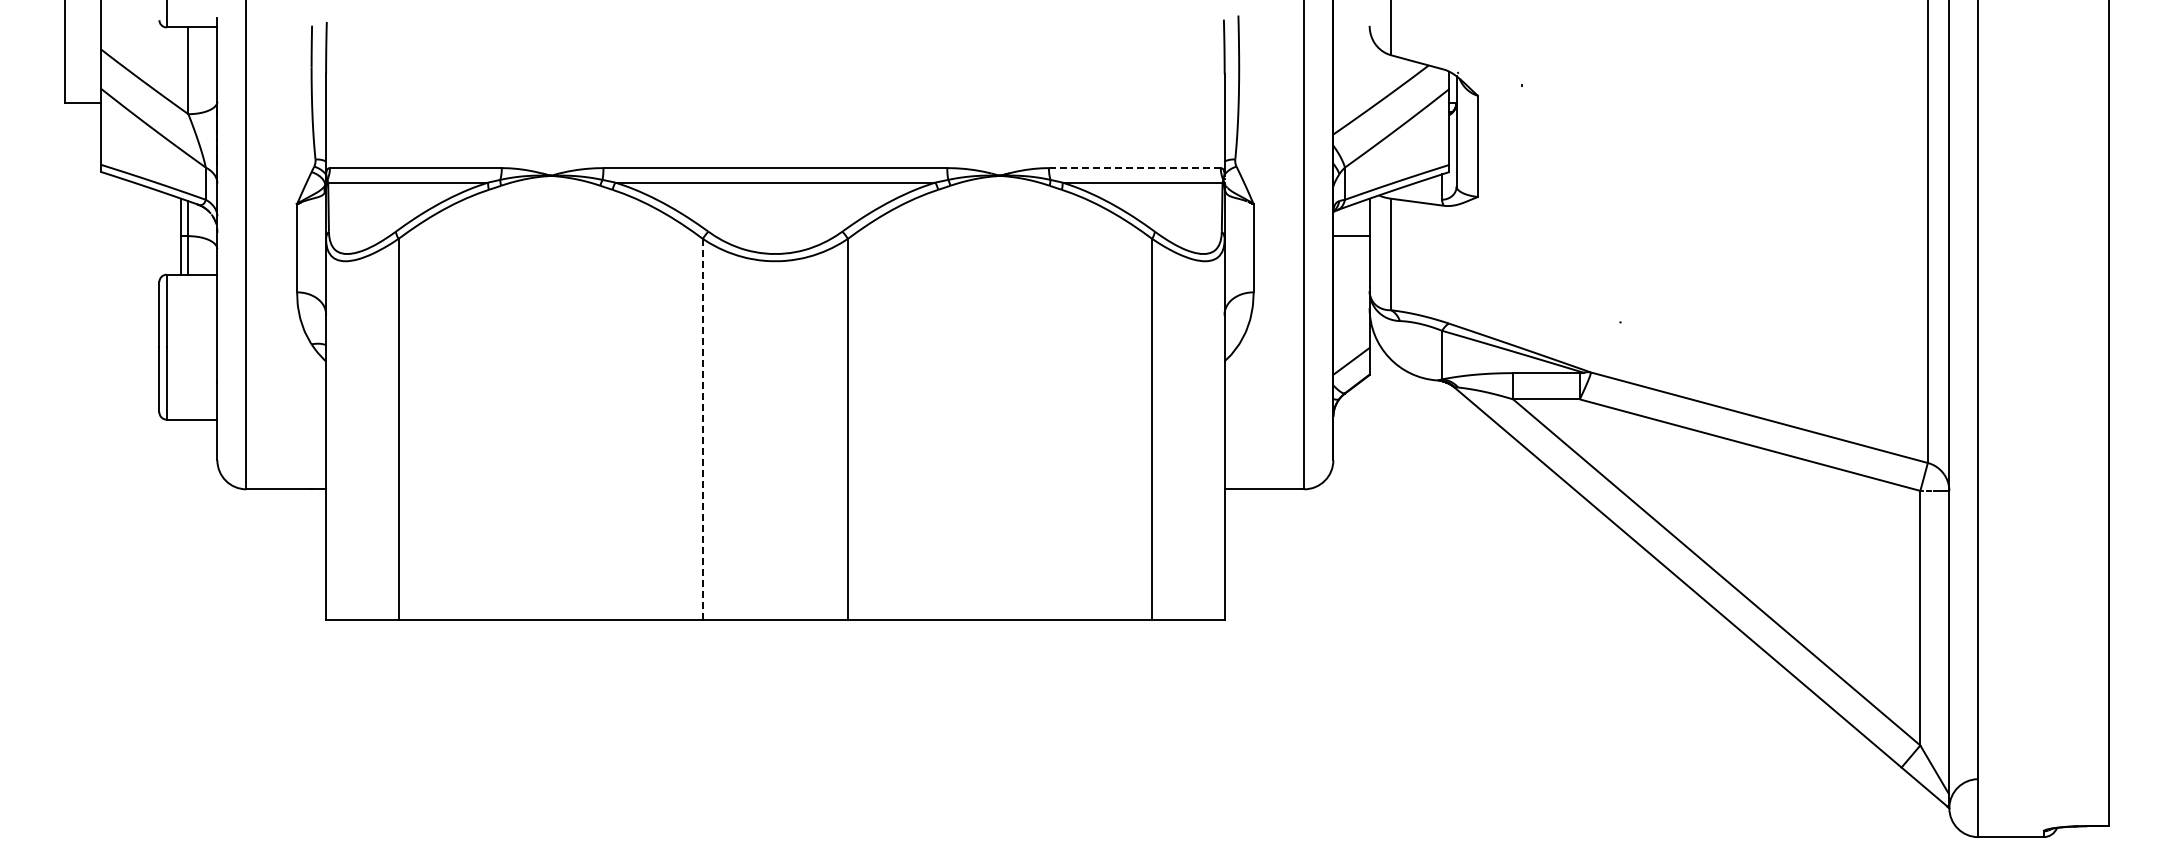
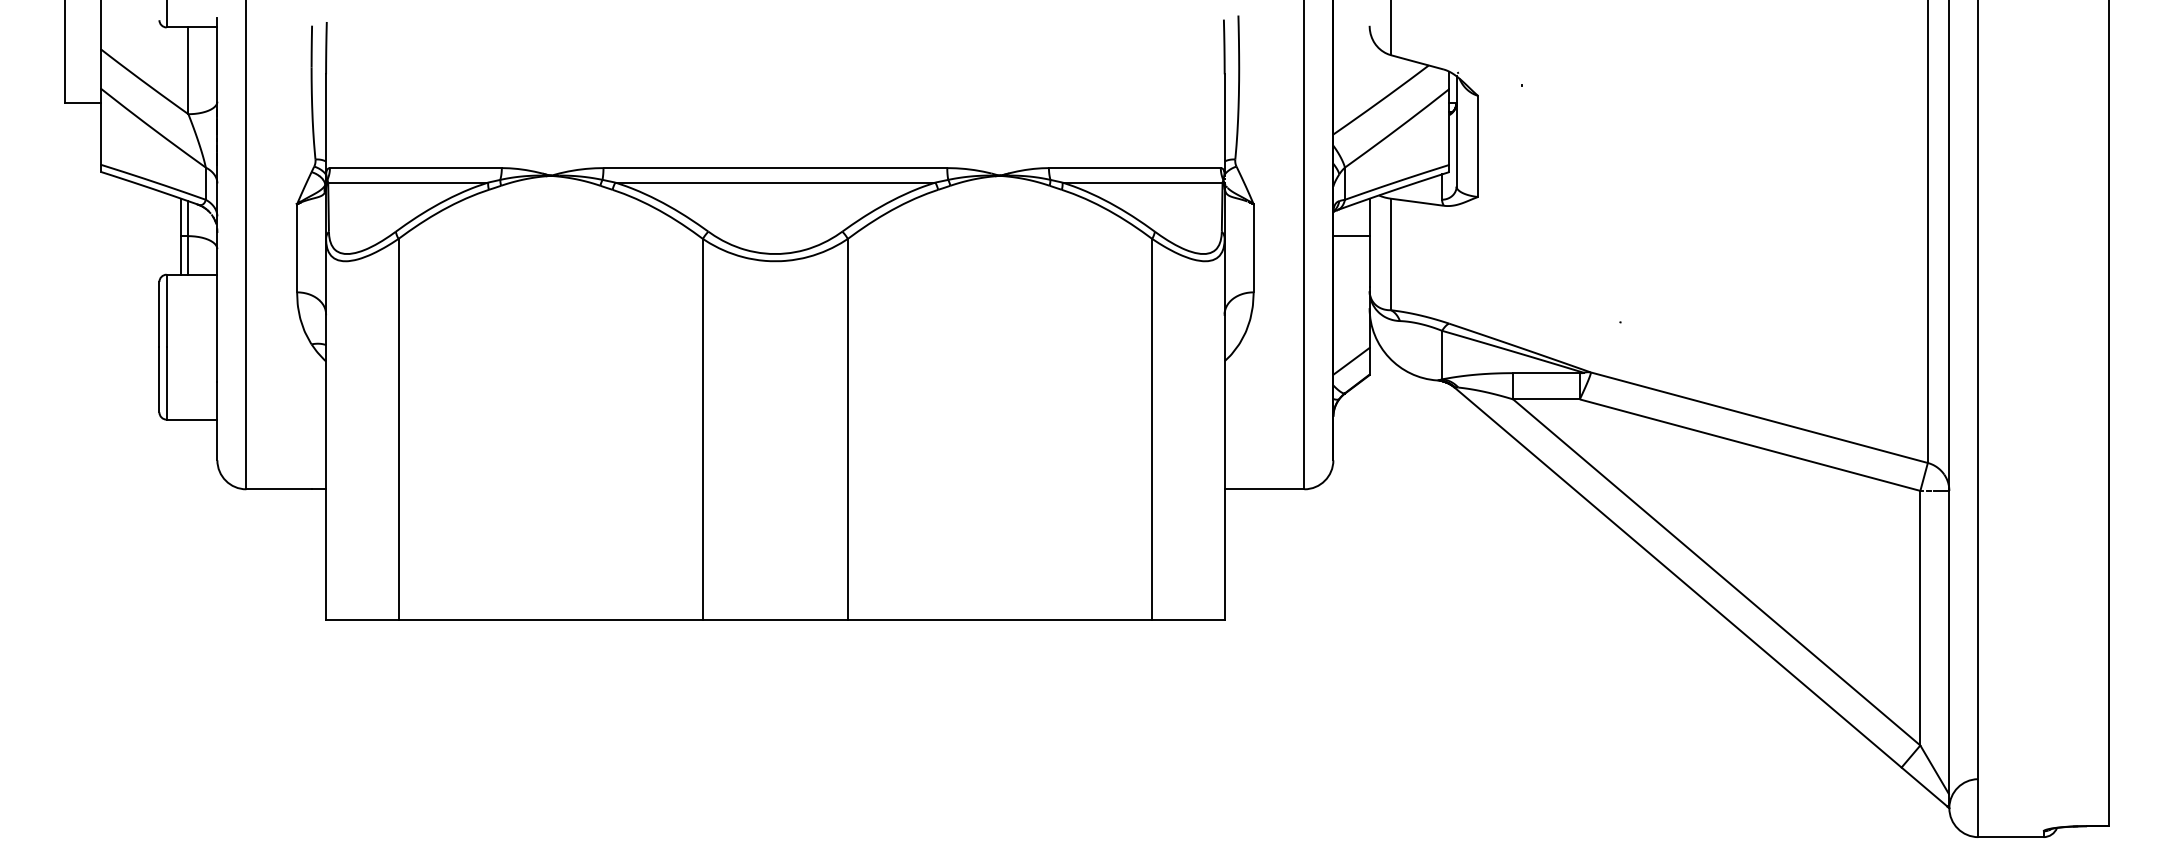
line at (1134, 168): dashed -> solid
line at (702, 428): dashed -> solid
